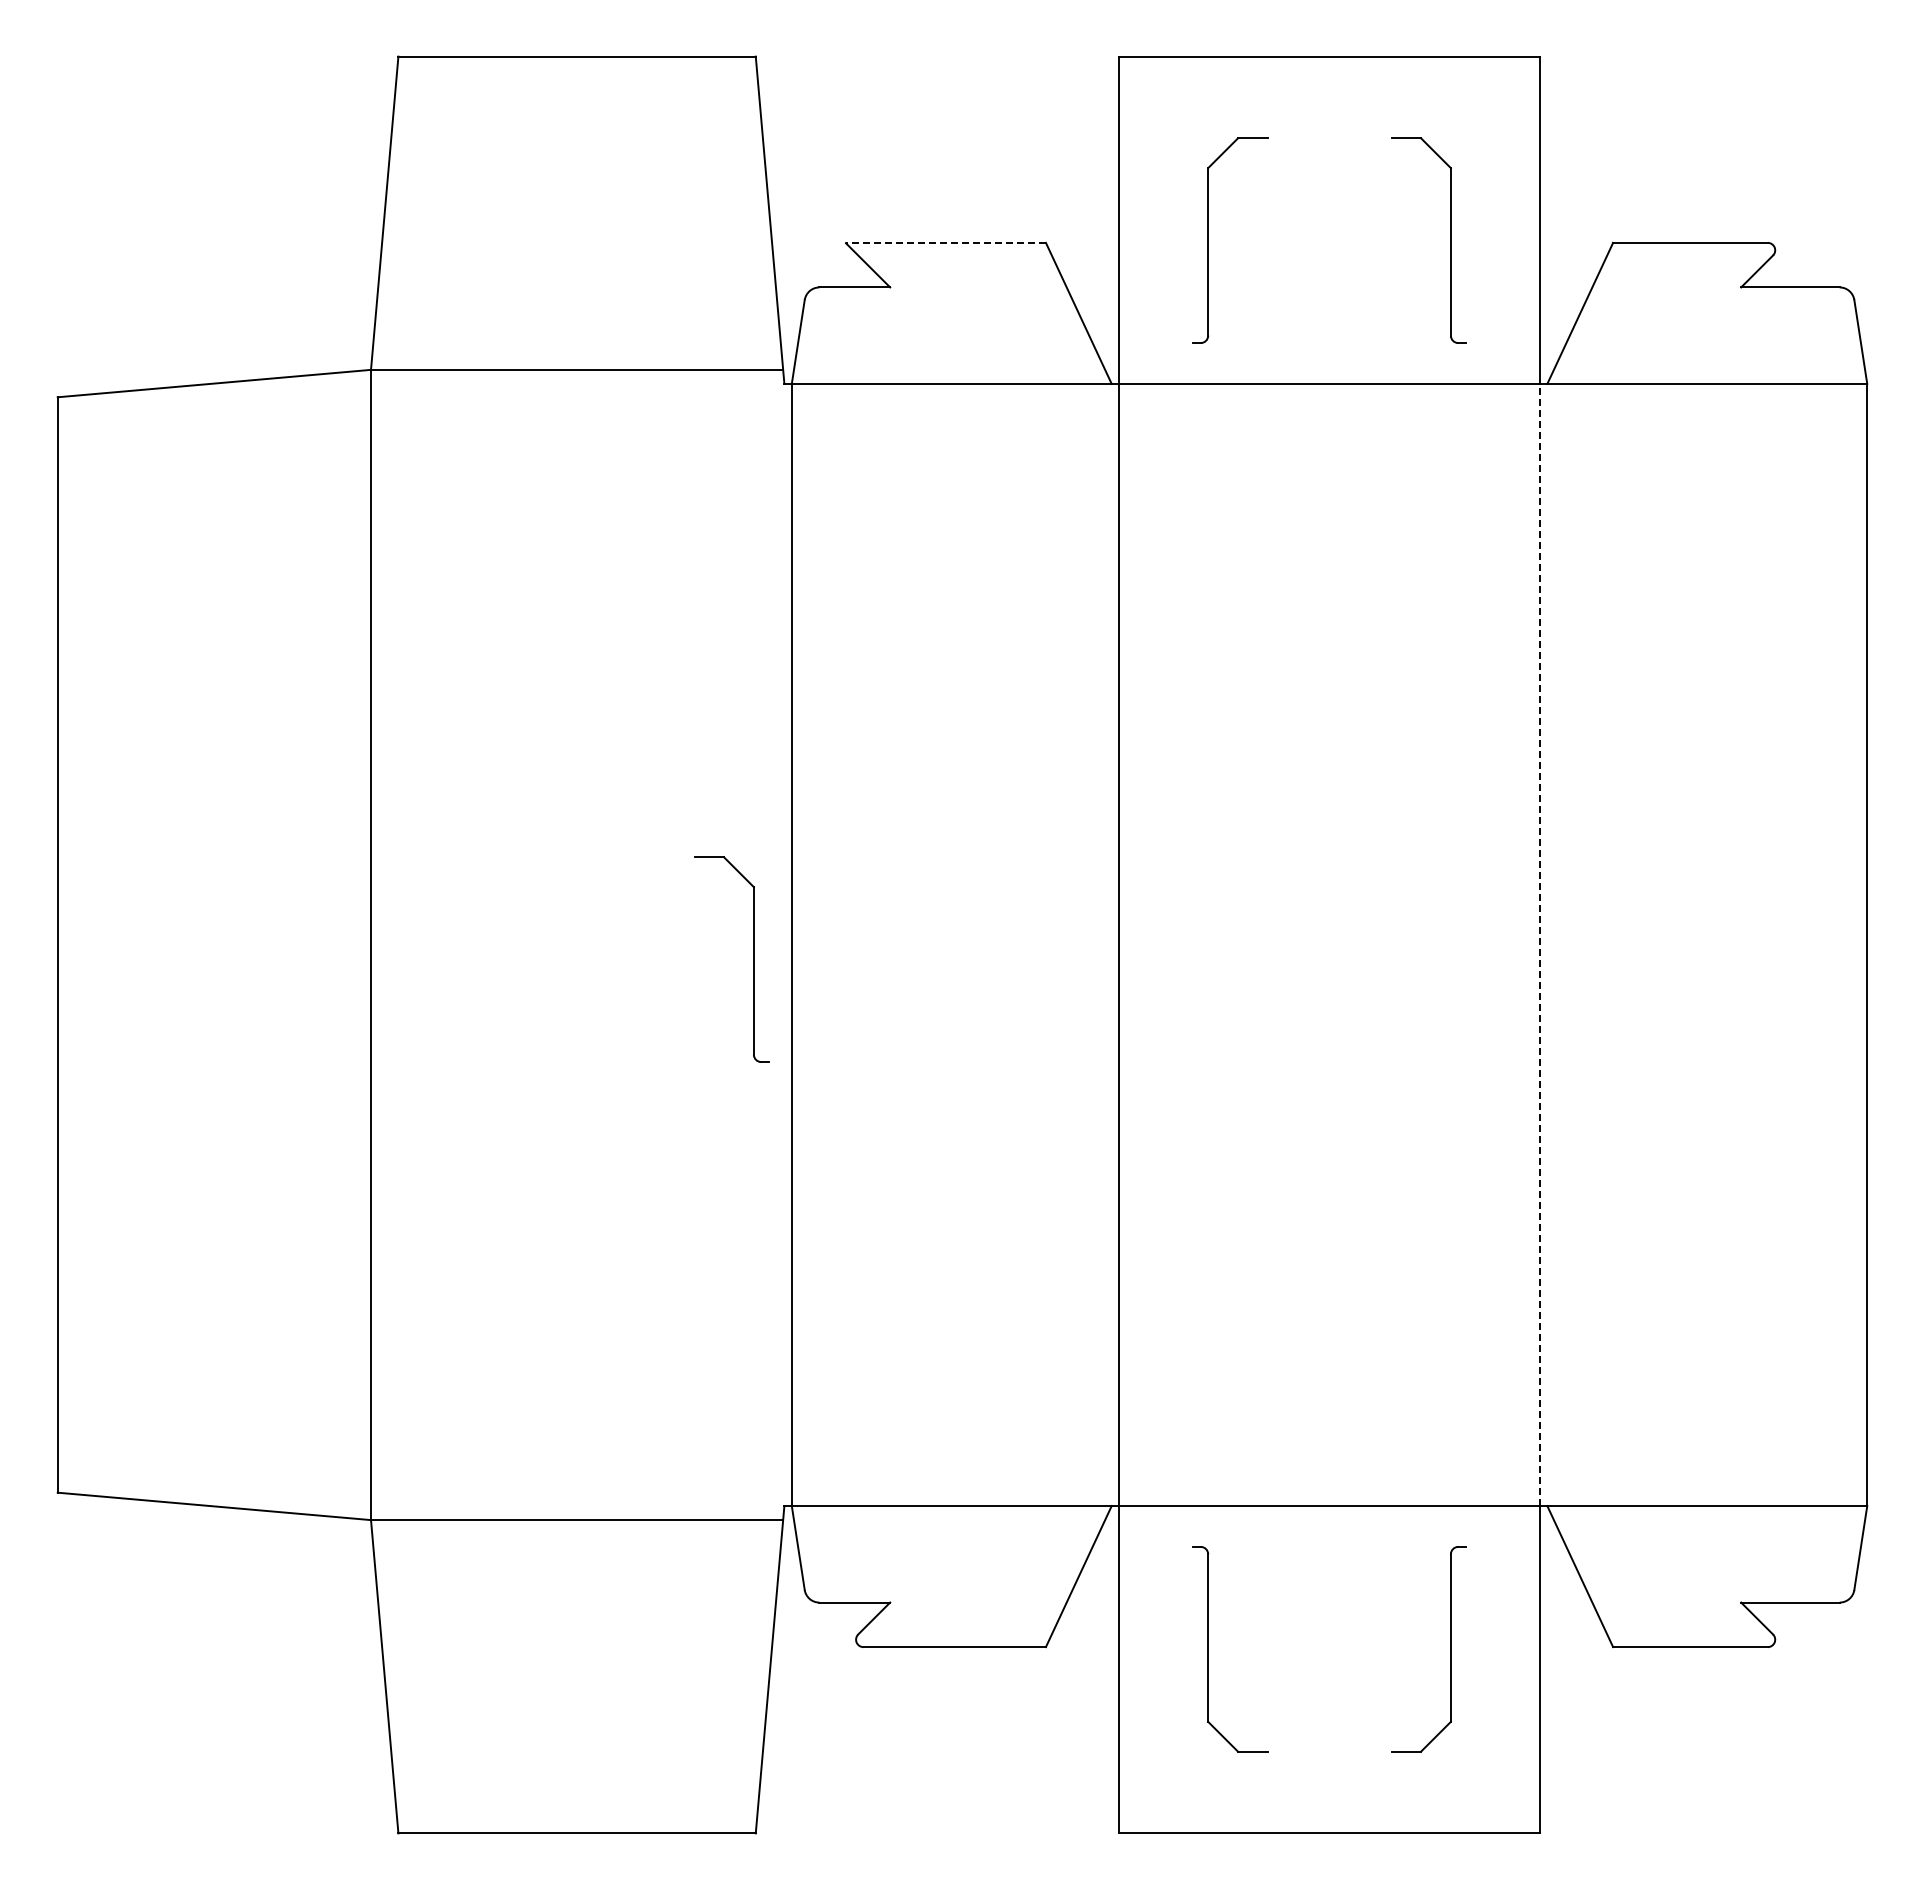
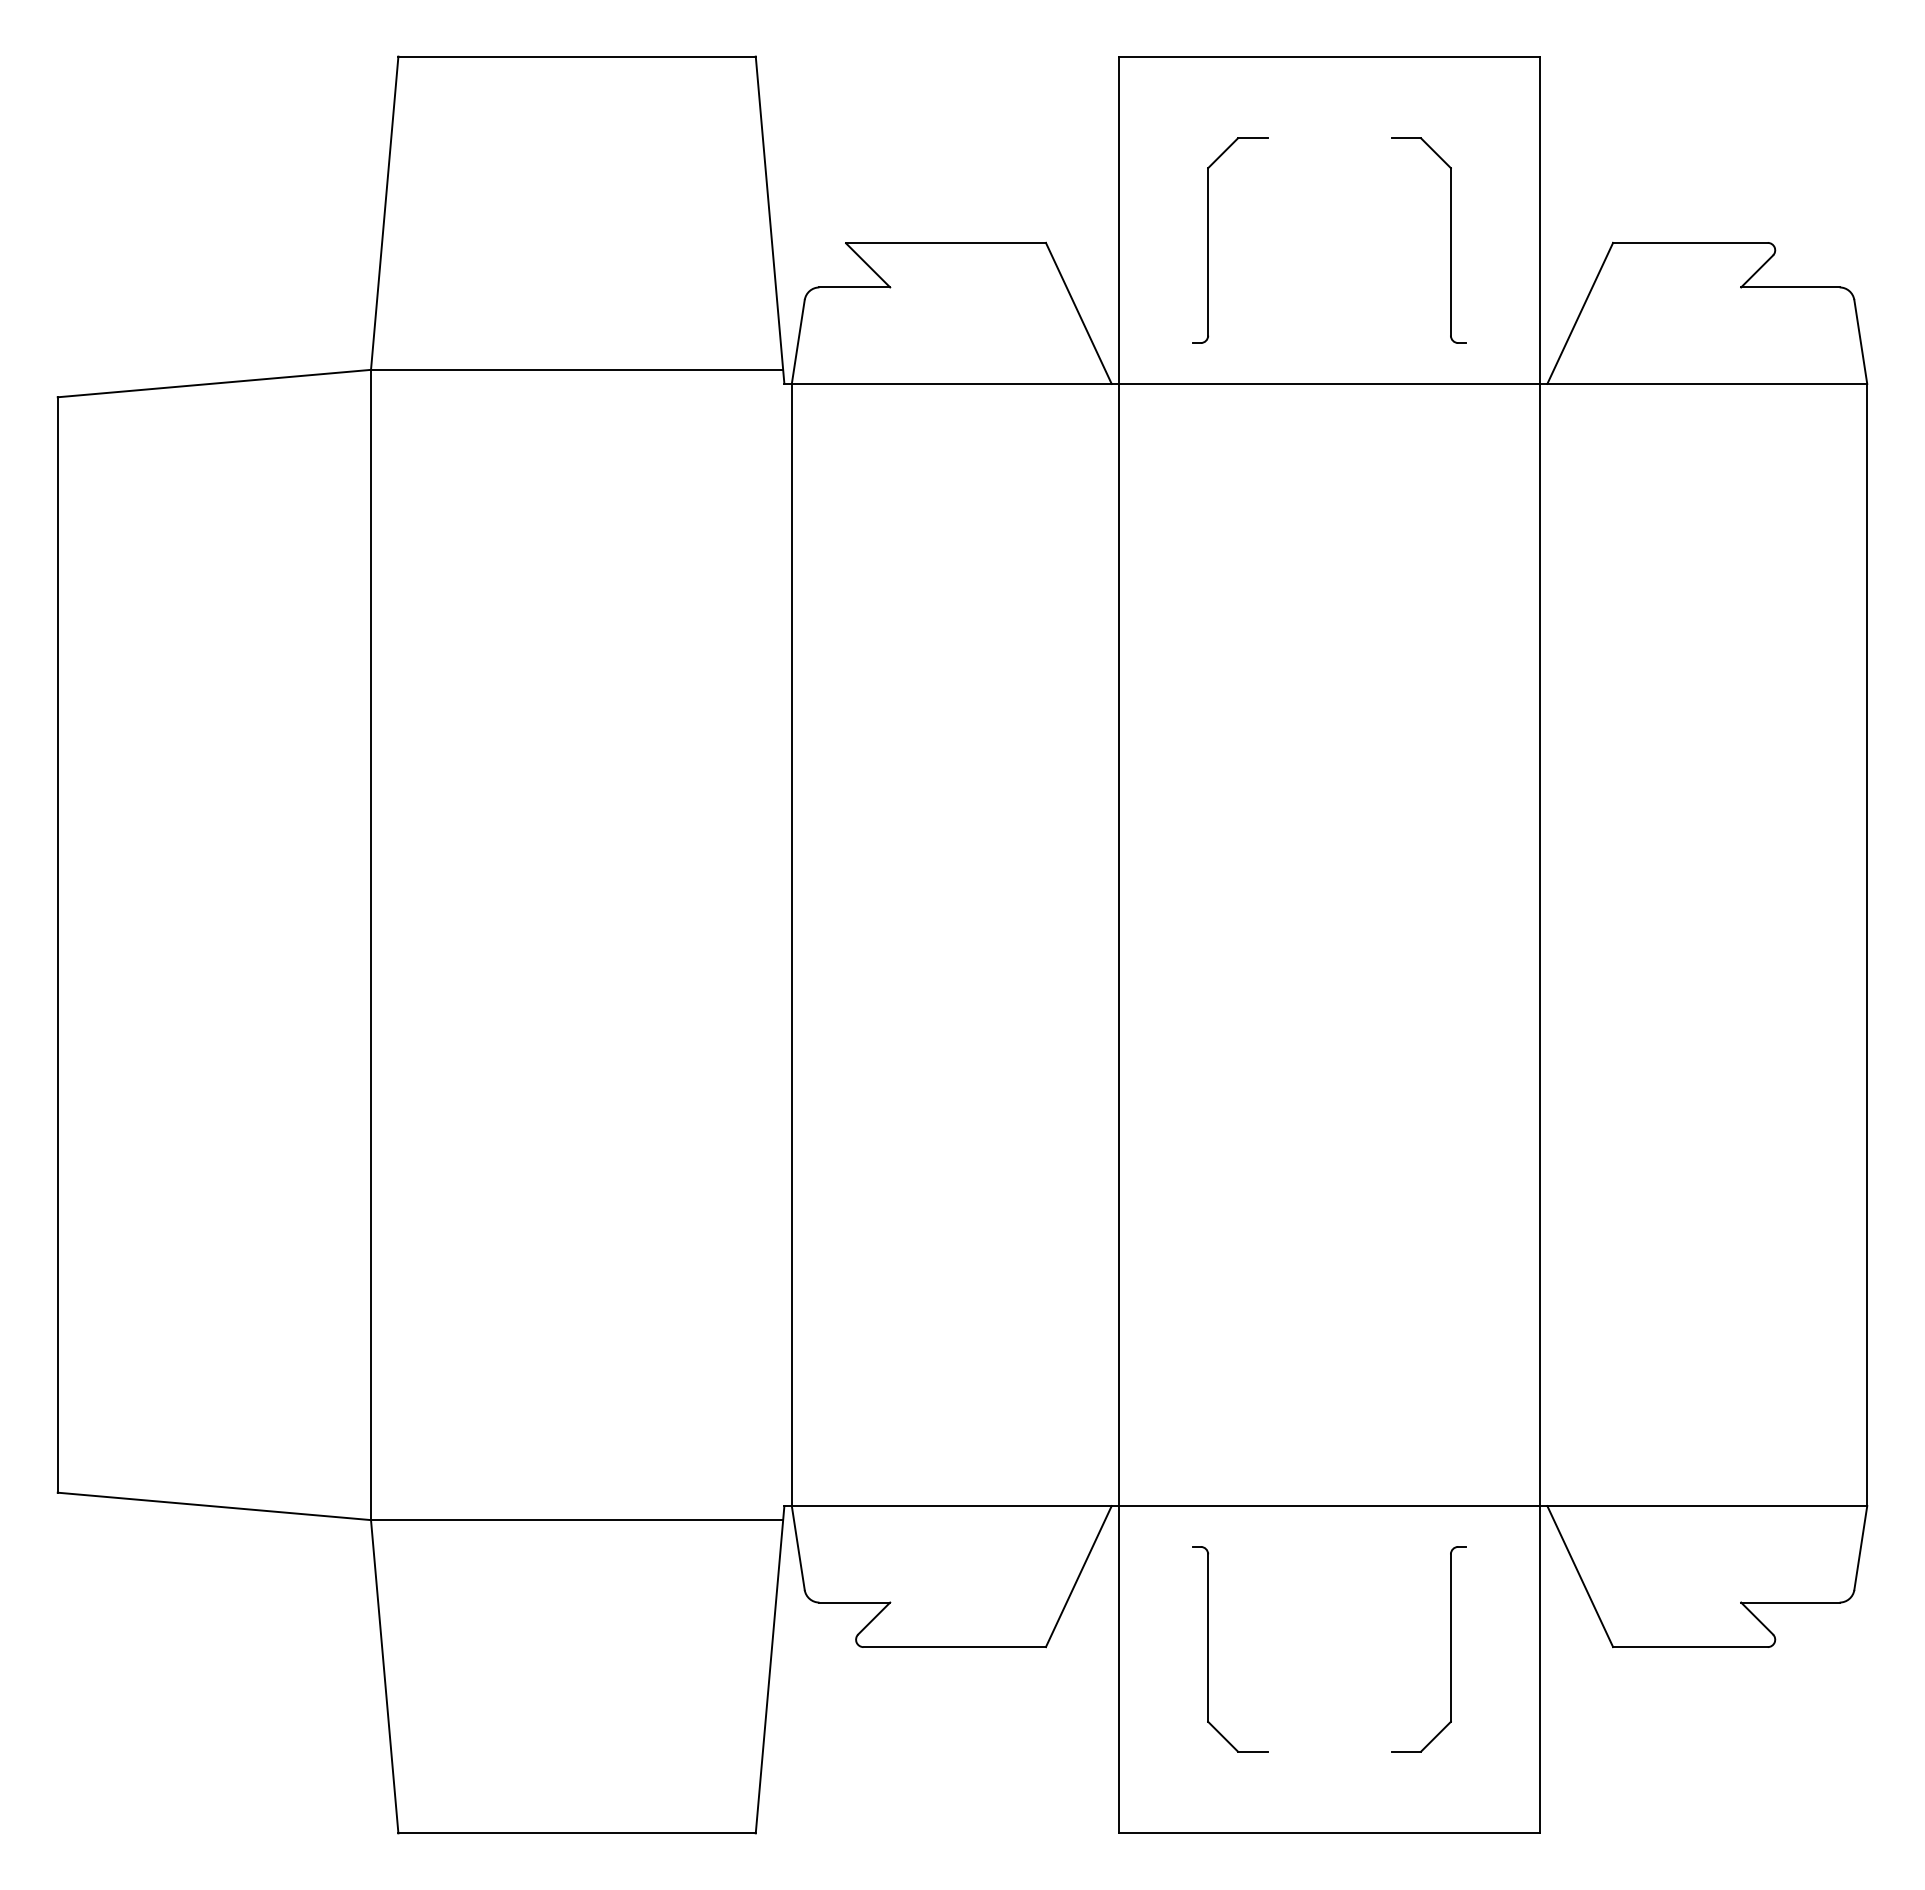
line at (946, 242): dashed -> solid
line at (1539, 944): dashed -> solid
part at (753, 959): present -> none
